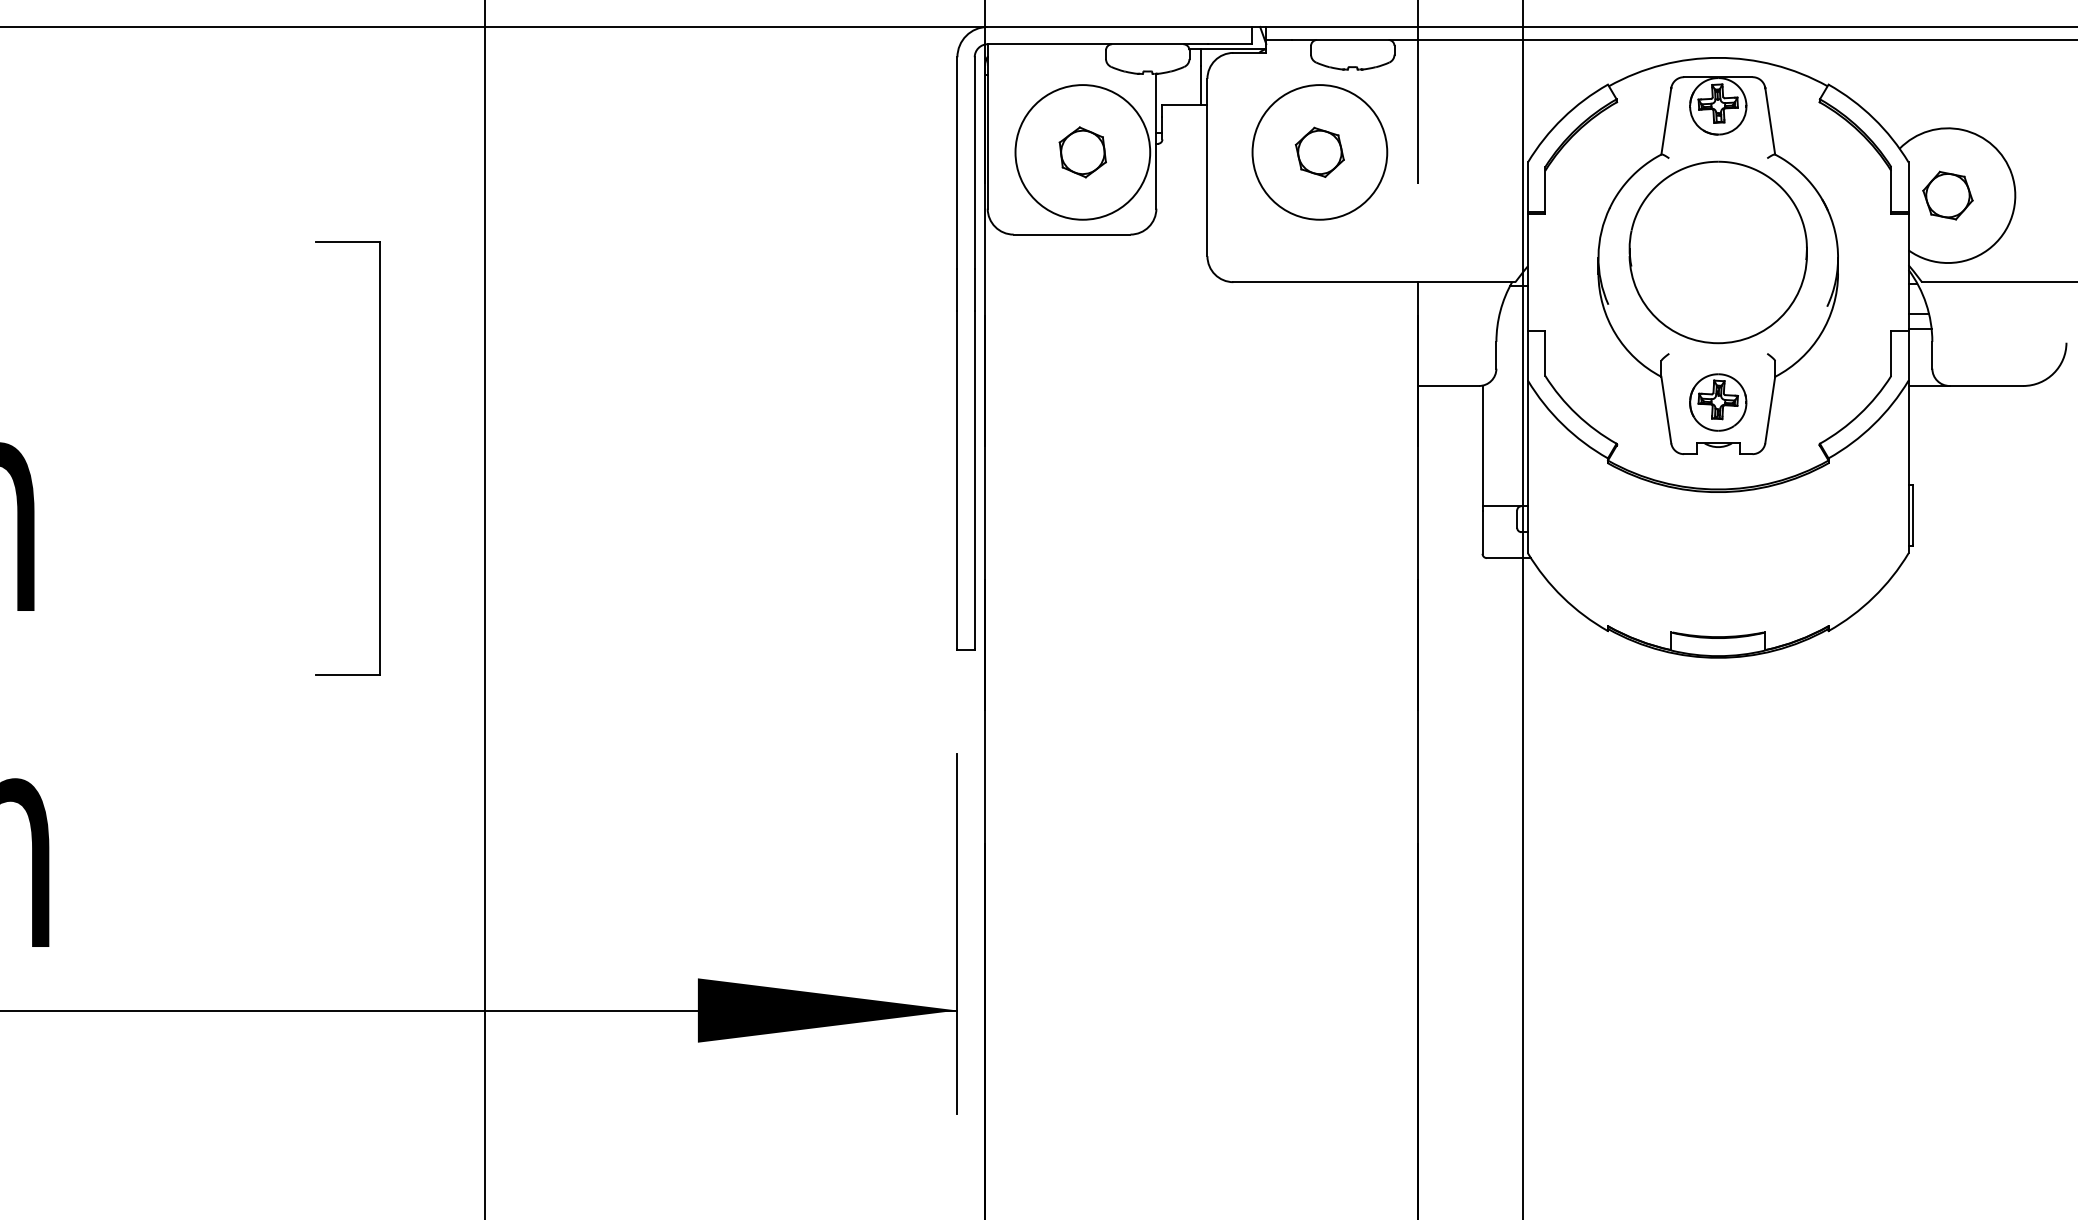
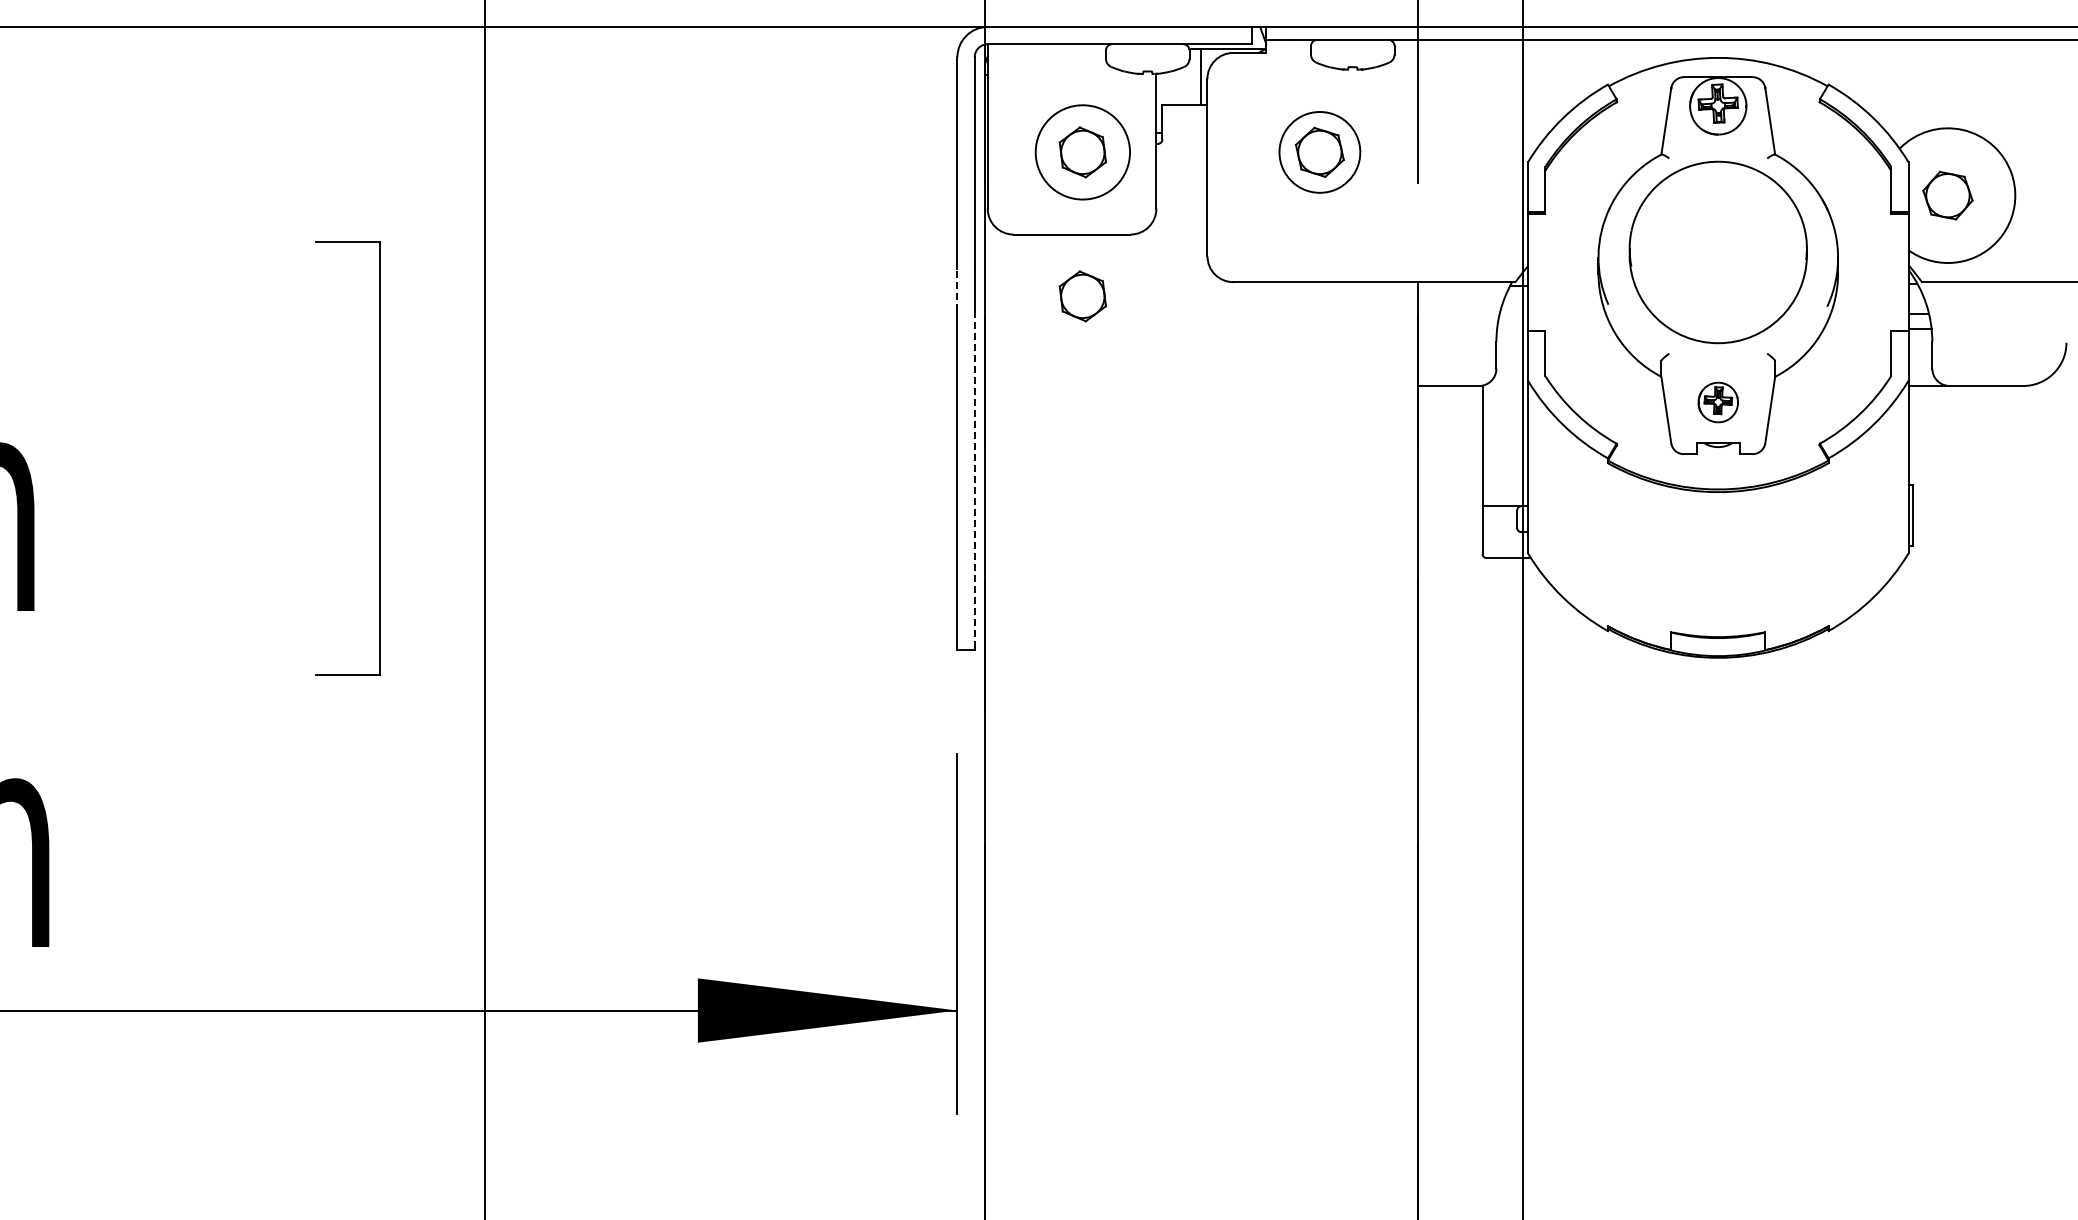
circle at (1082, 152) diameter: 135 px -> 94 px
circle at (1319, 152) diameter: 135 px -> 81 px
line at (957, 289): solid -> dashed
part at (1082, 296): none -> present
part at (1718, 402) size: 59x59 px -> 42x43 px
line at (974, 480): solid -> dashed
